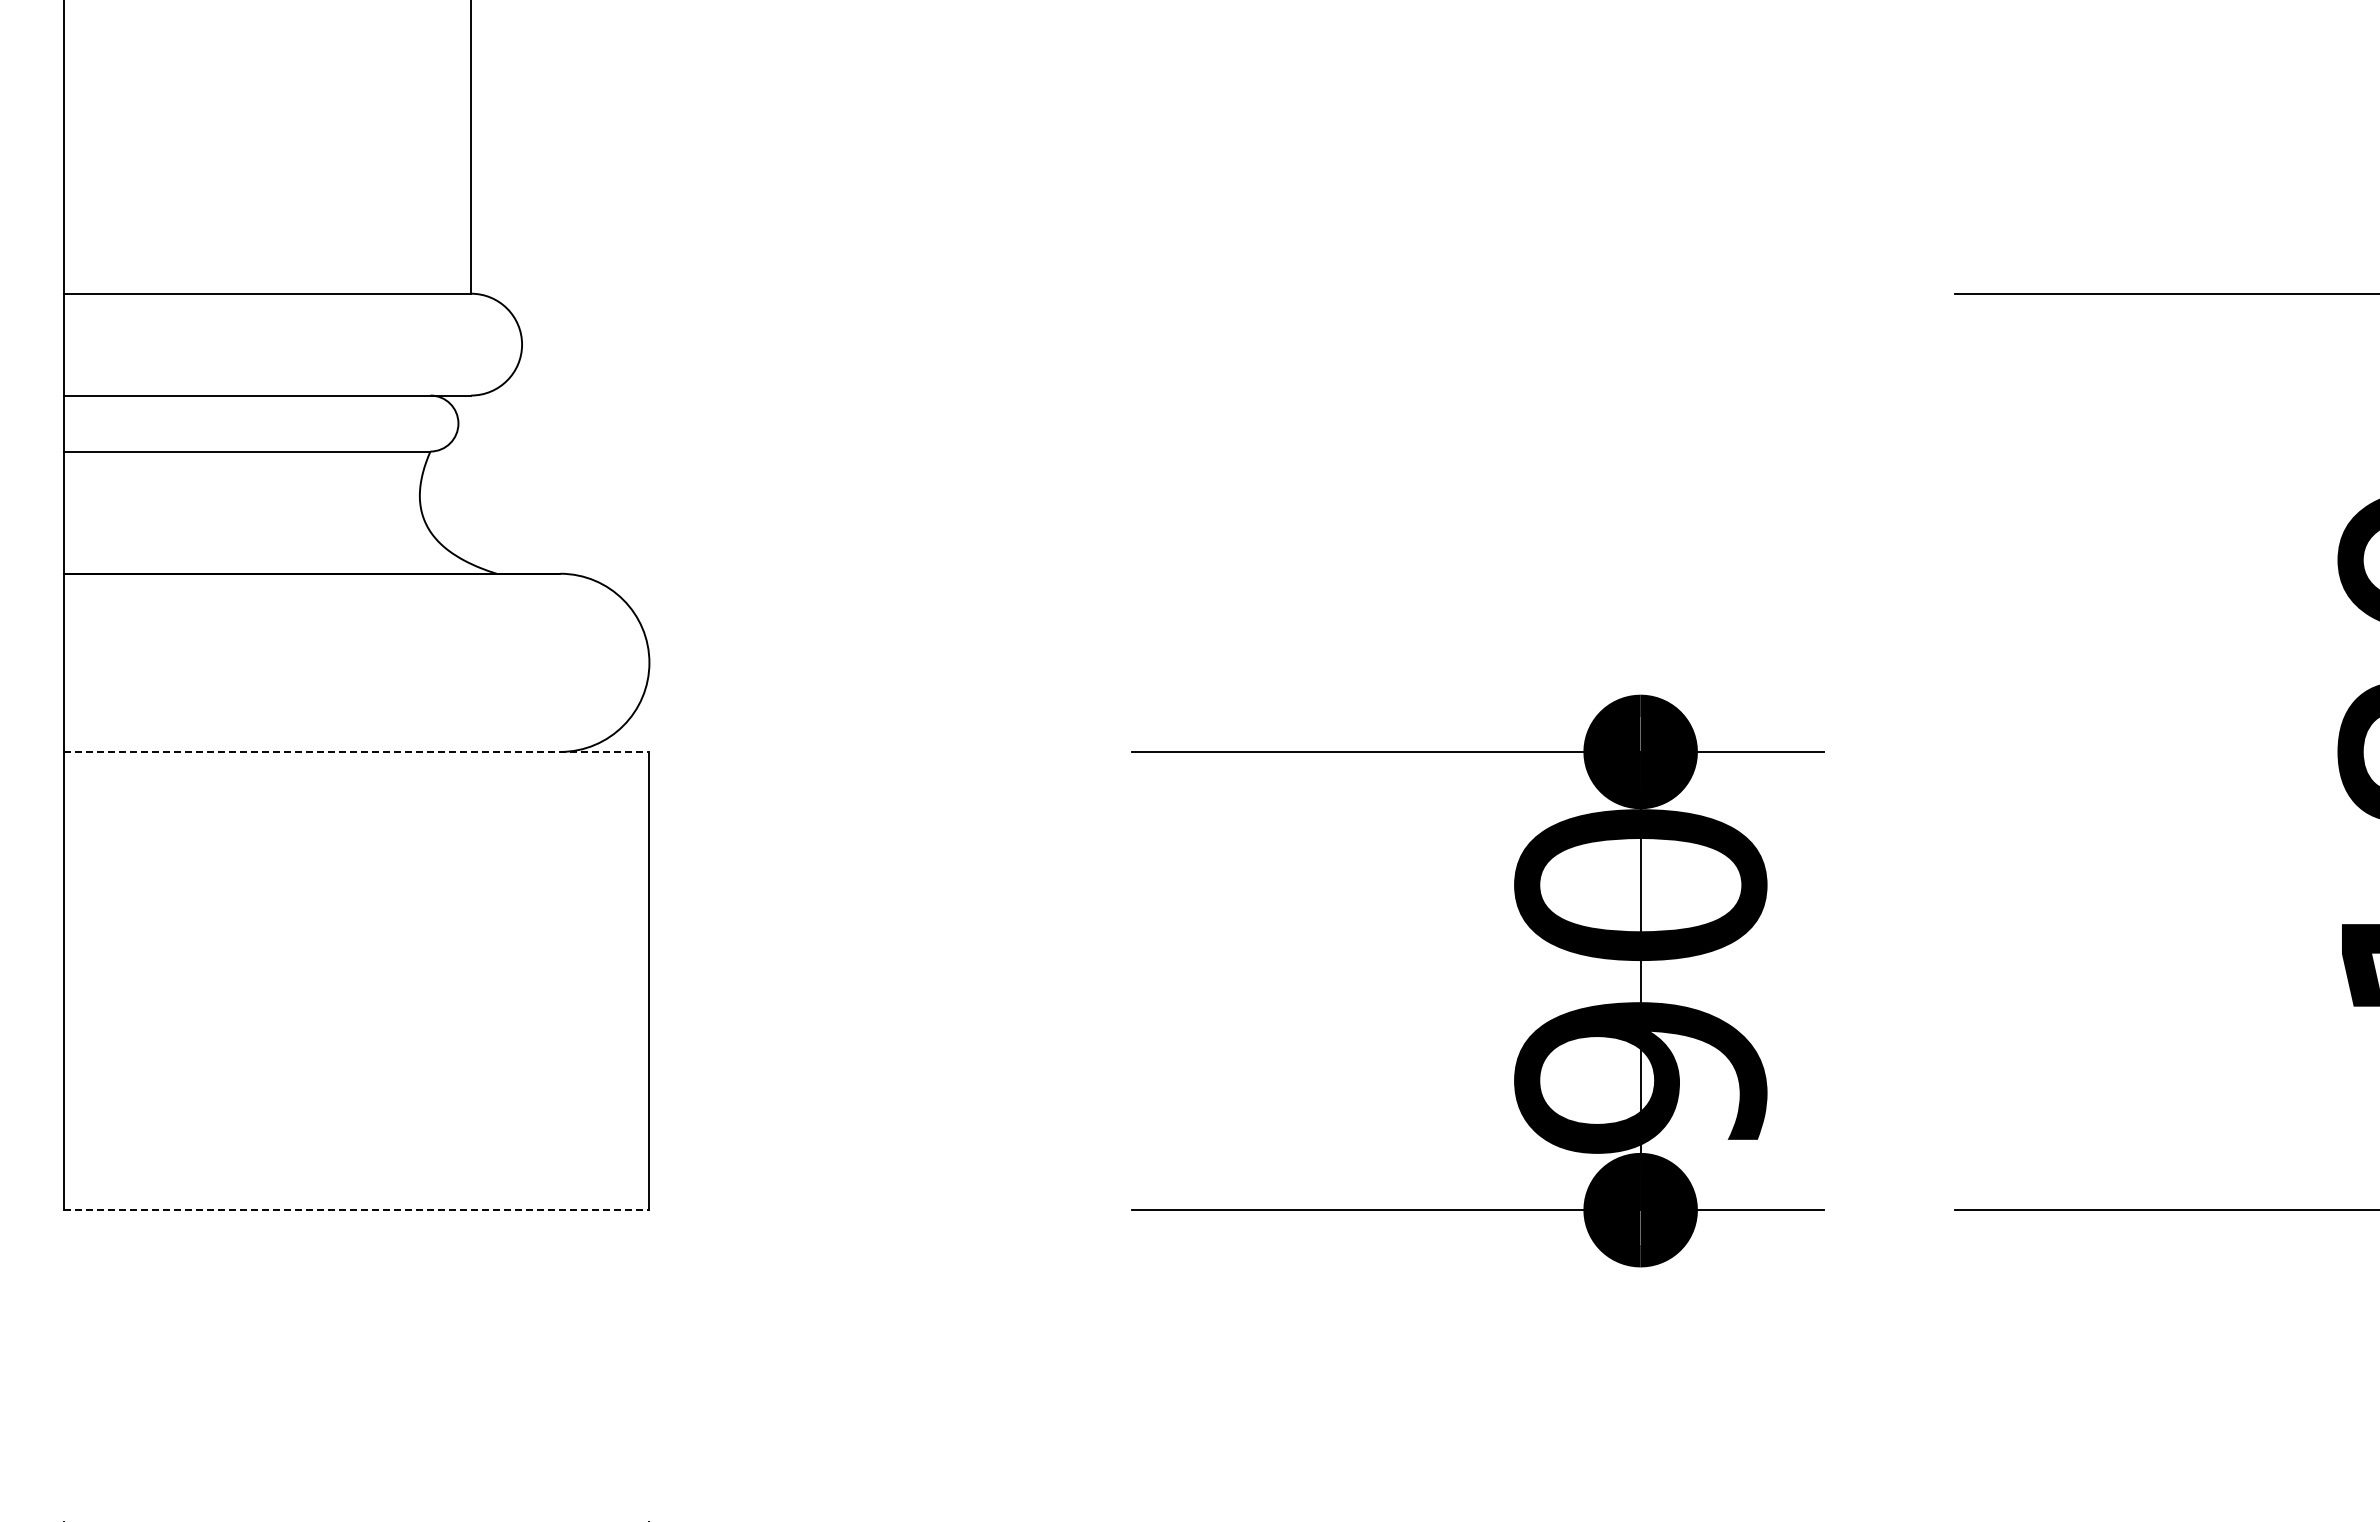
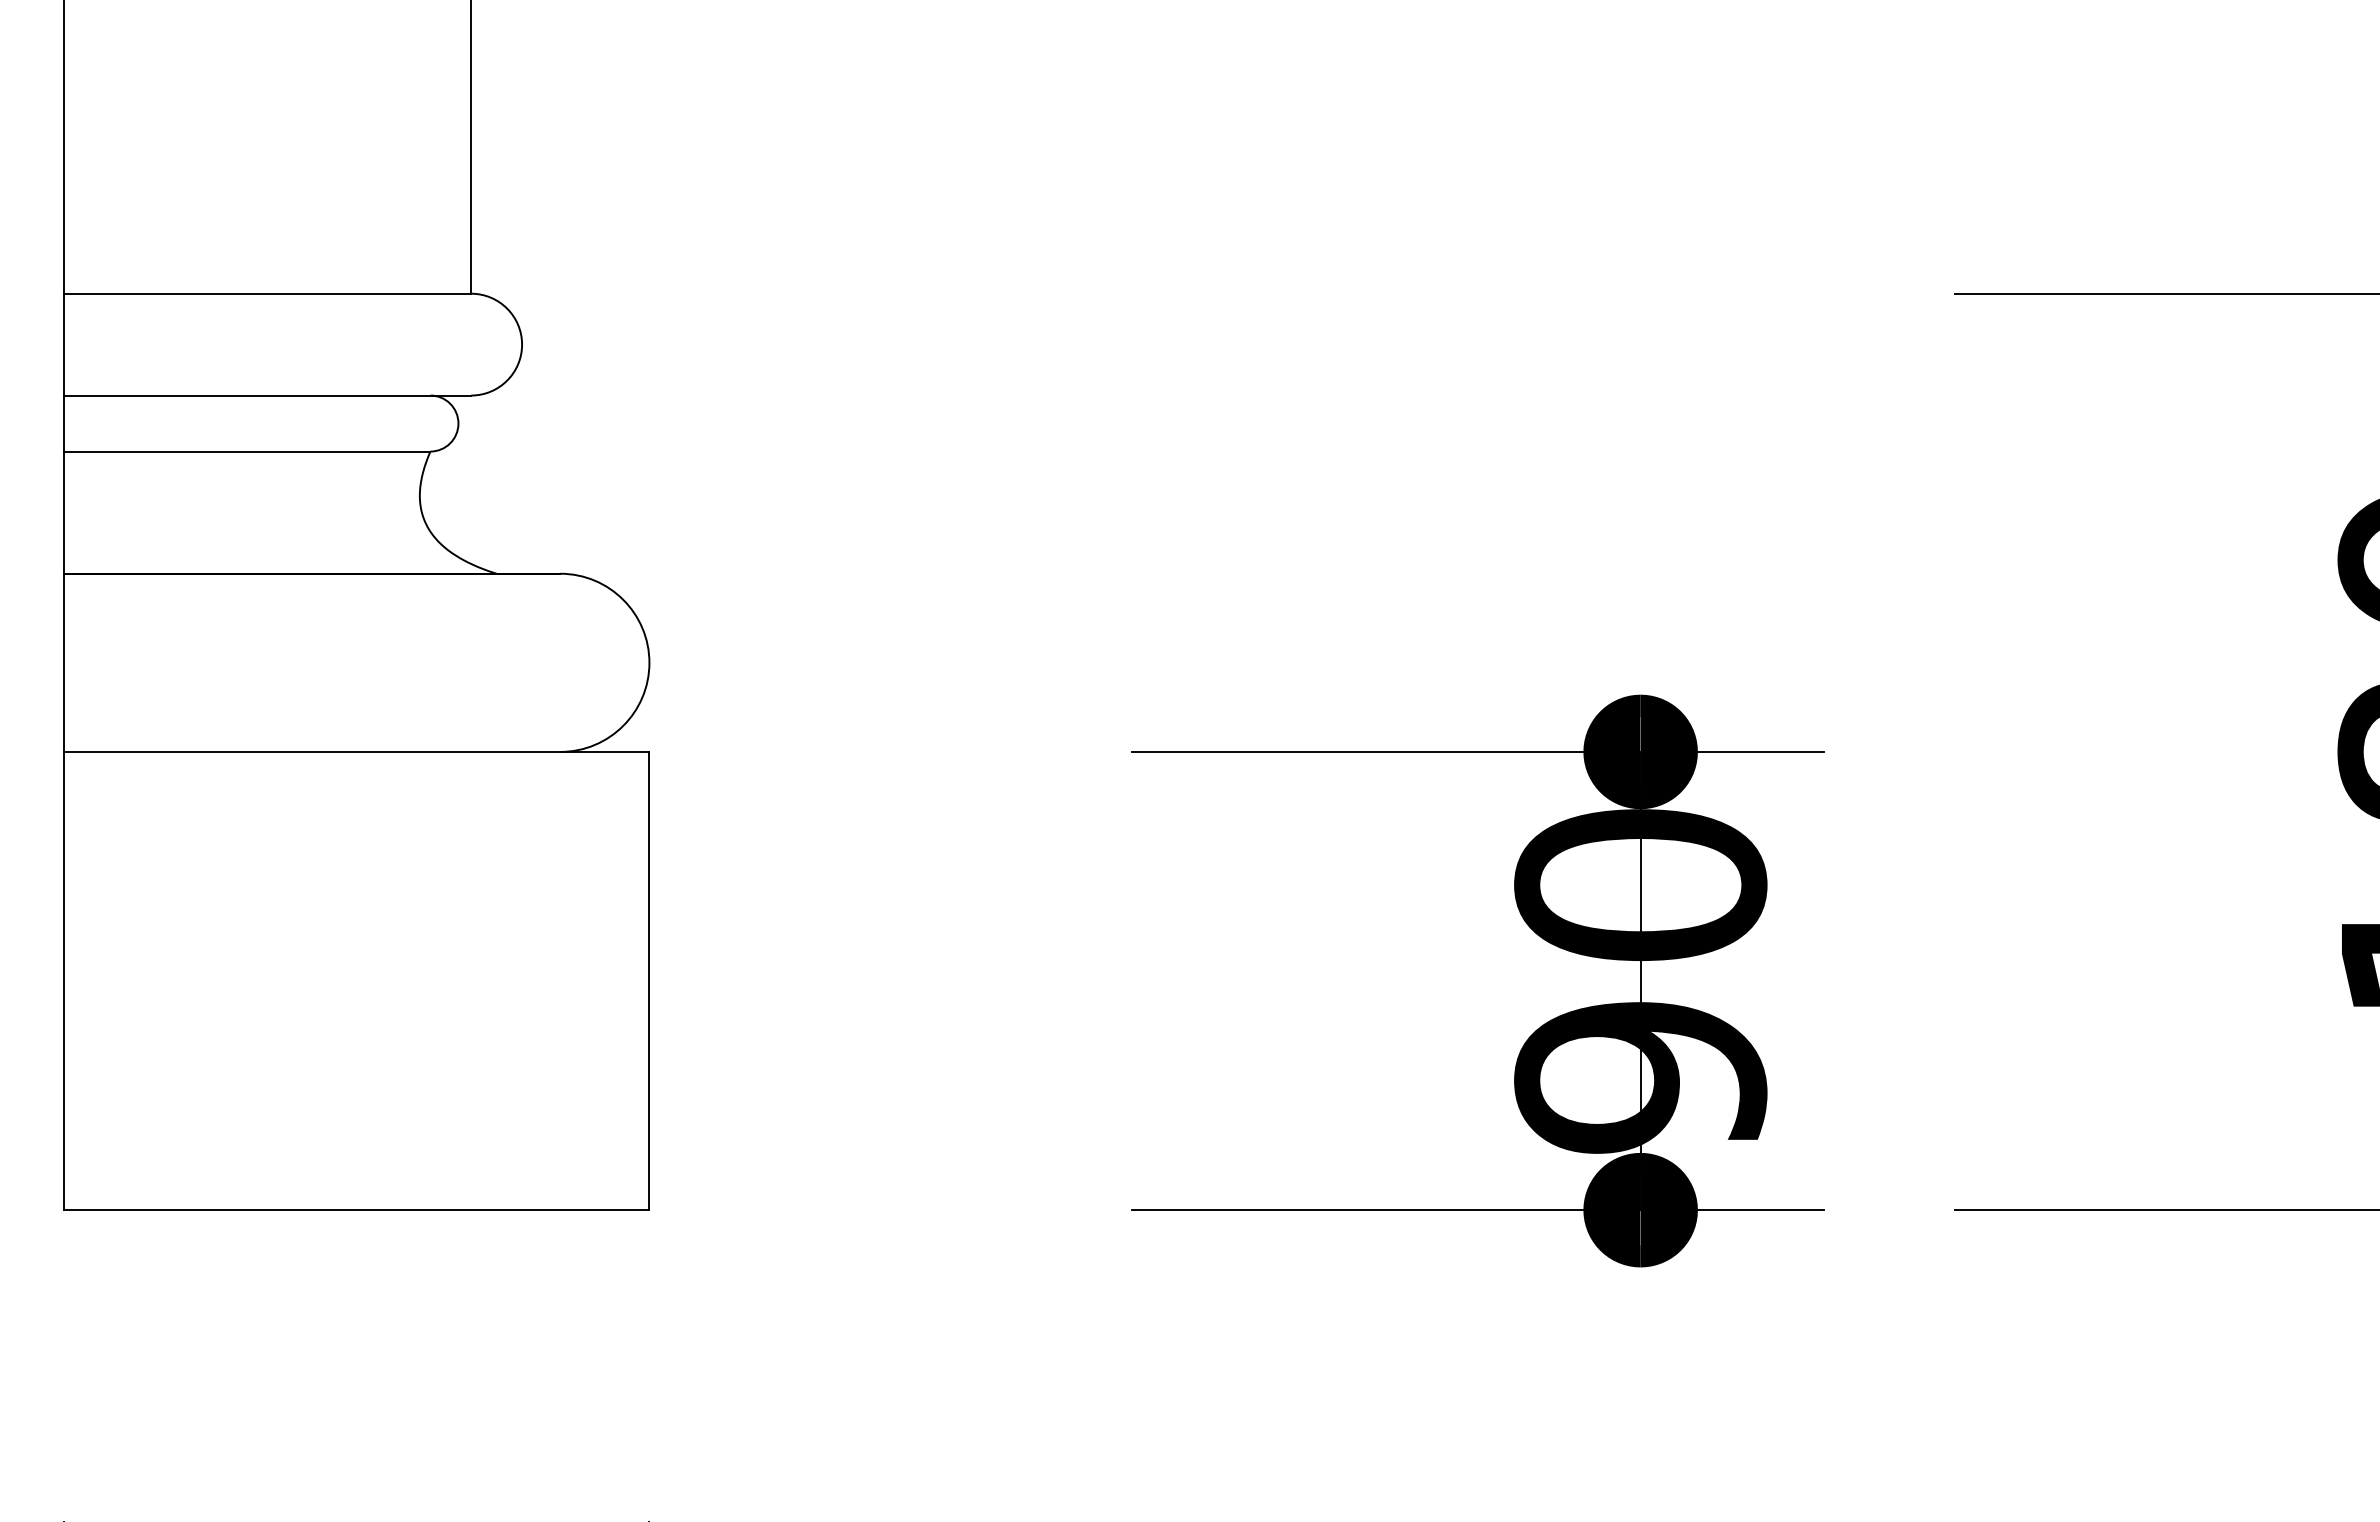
line at (356, 751): dashed -> solid
line at (356, 1210): dashed -> solid
